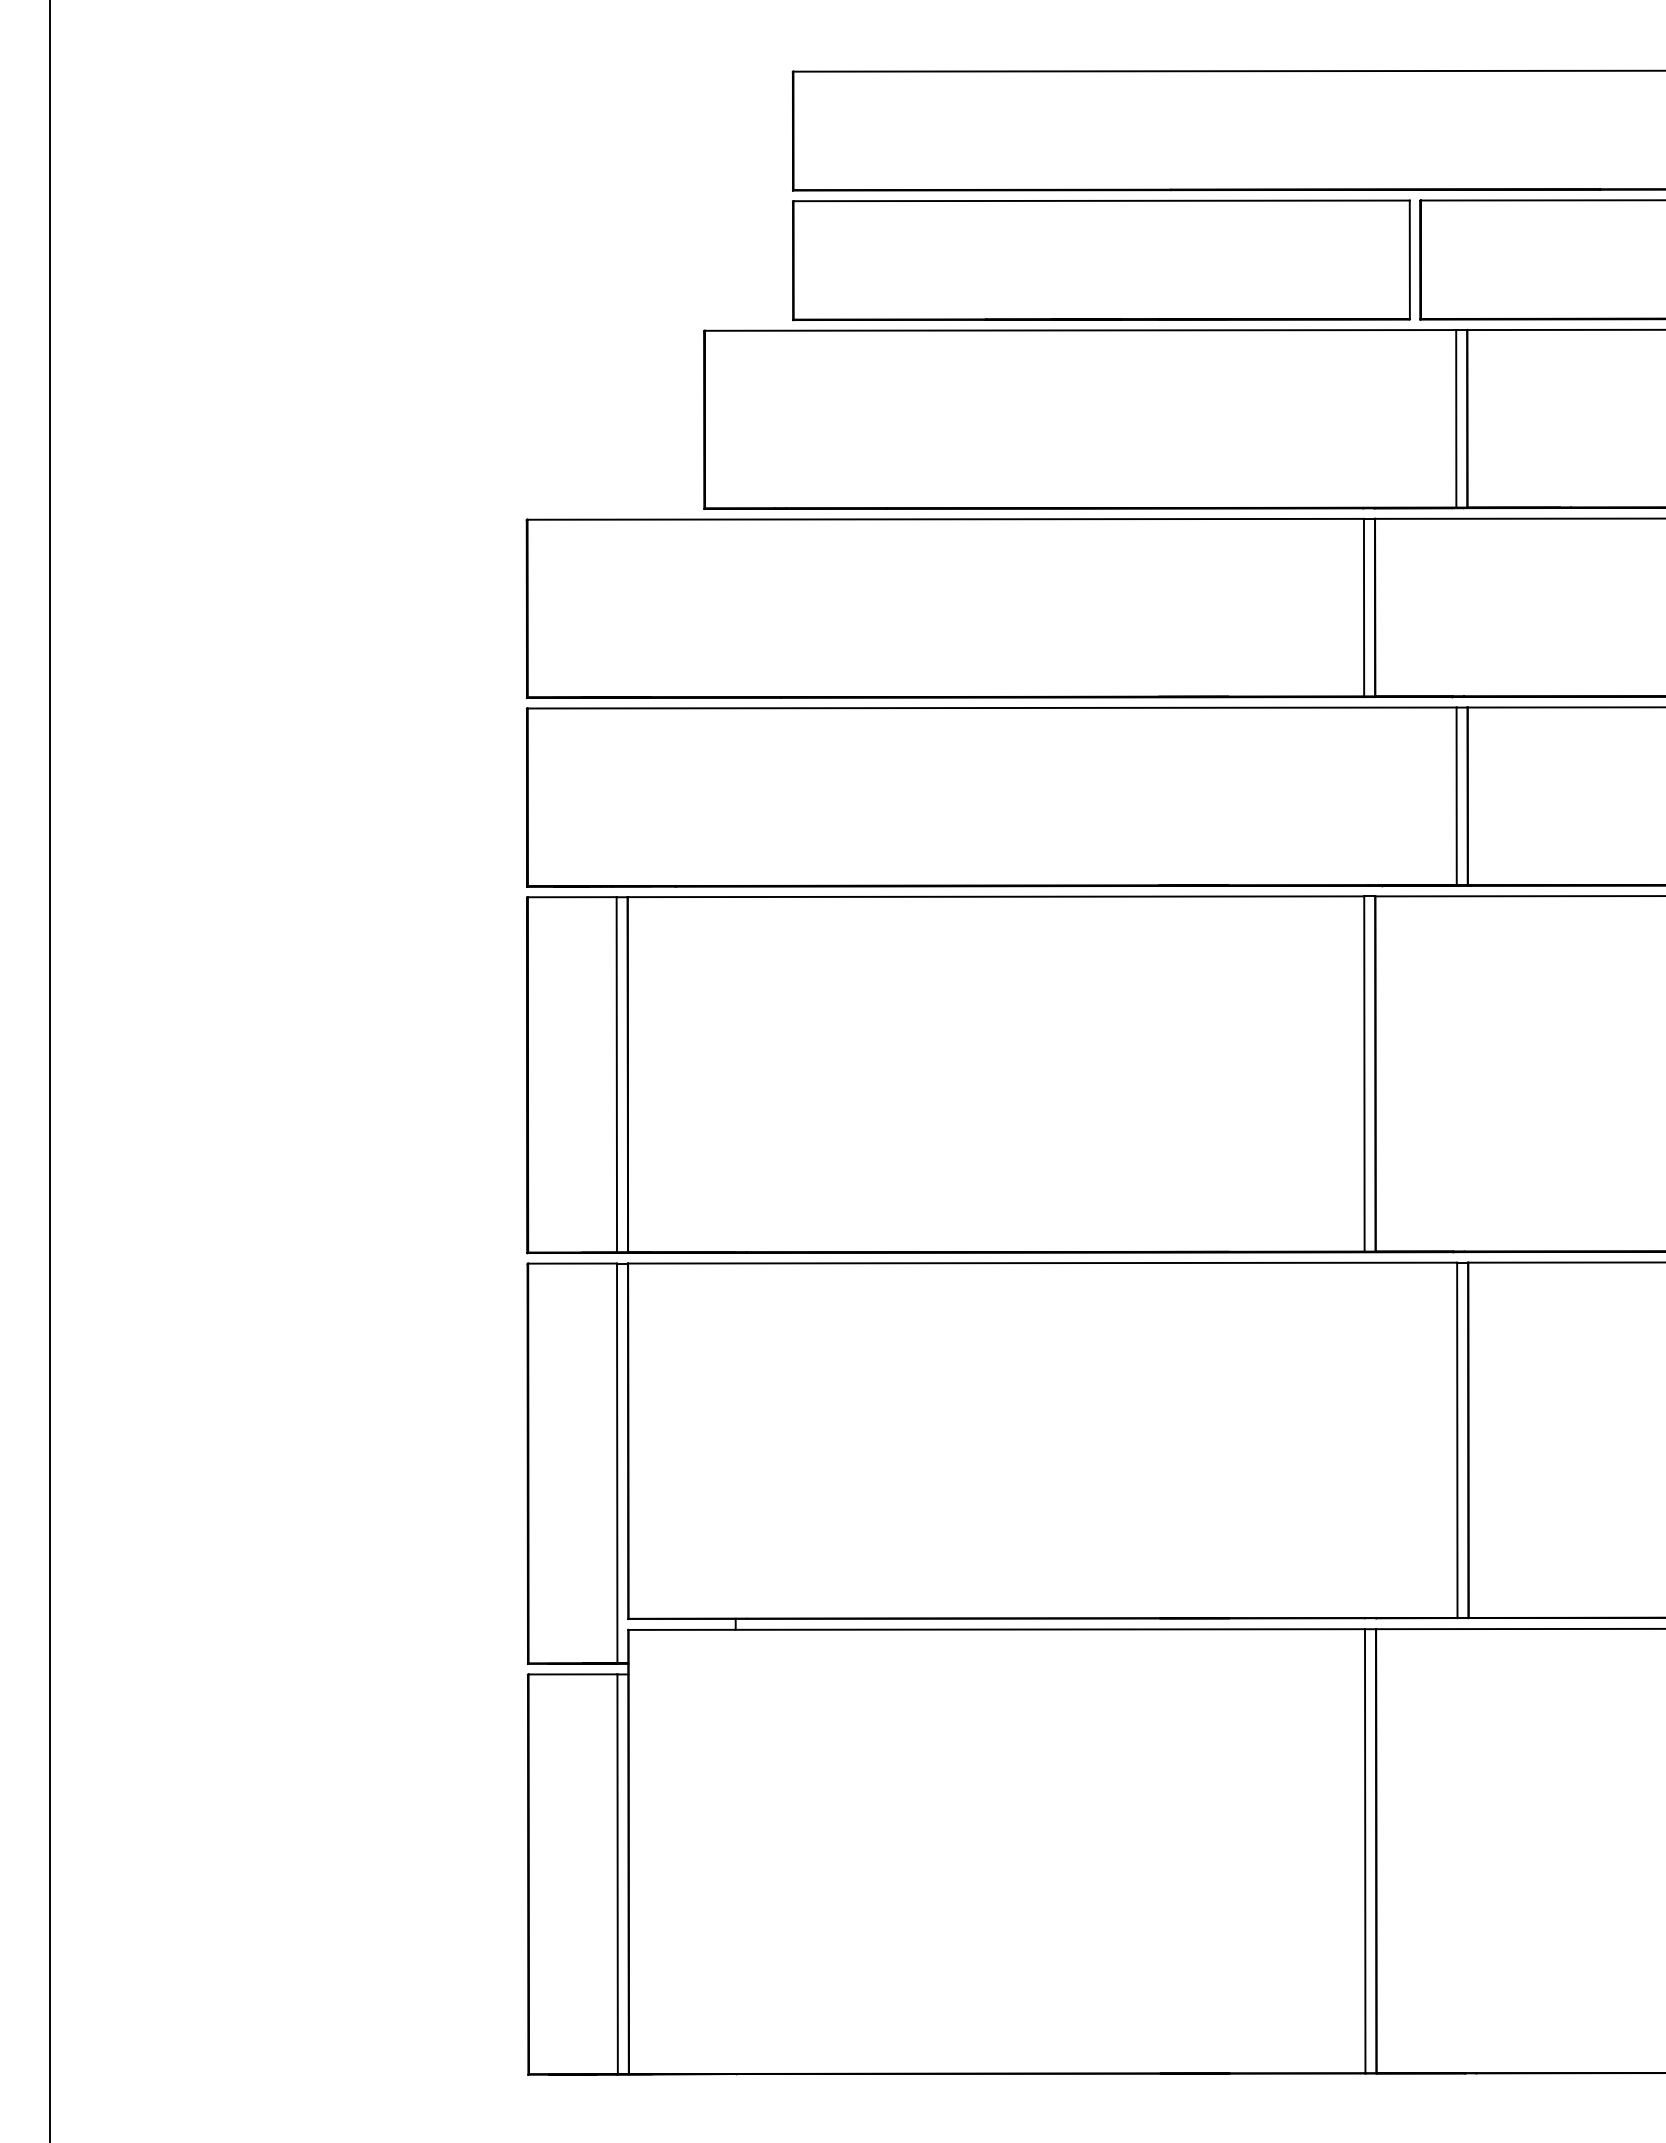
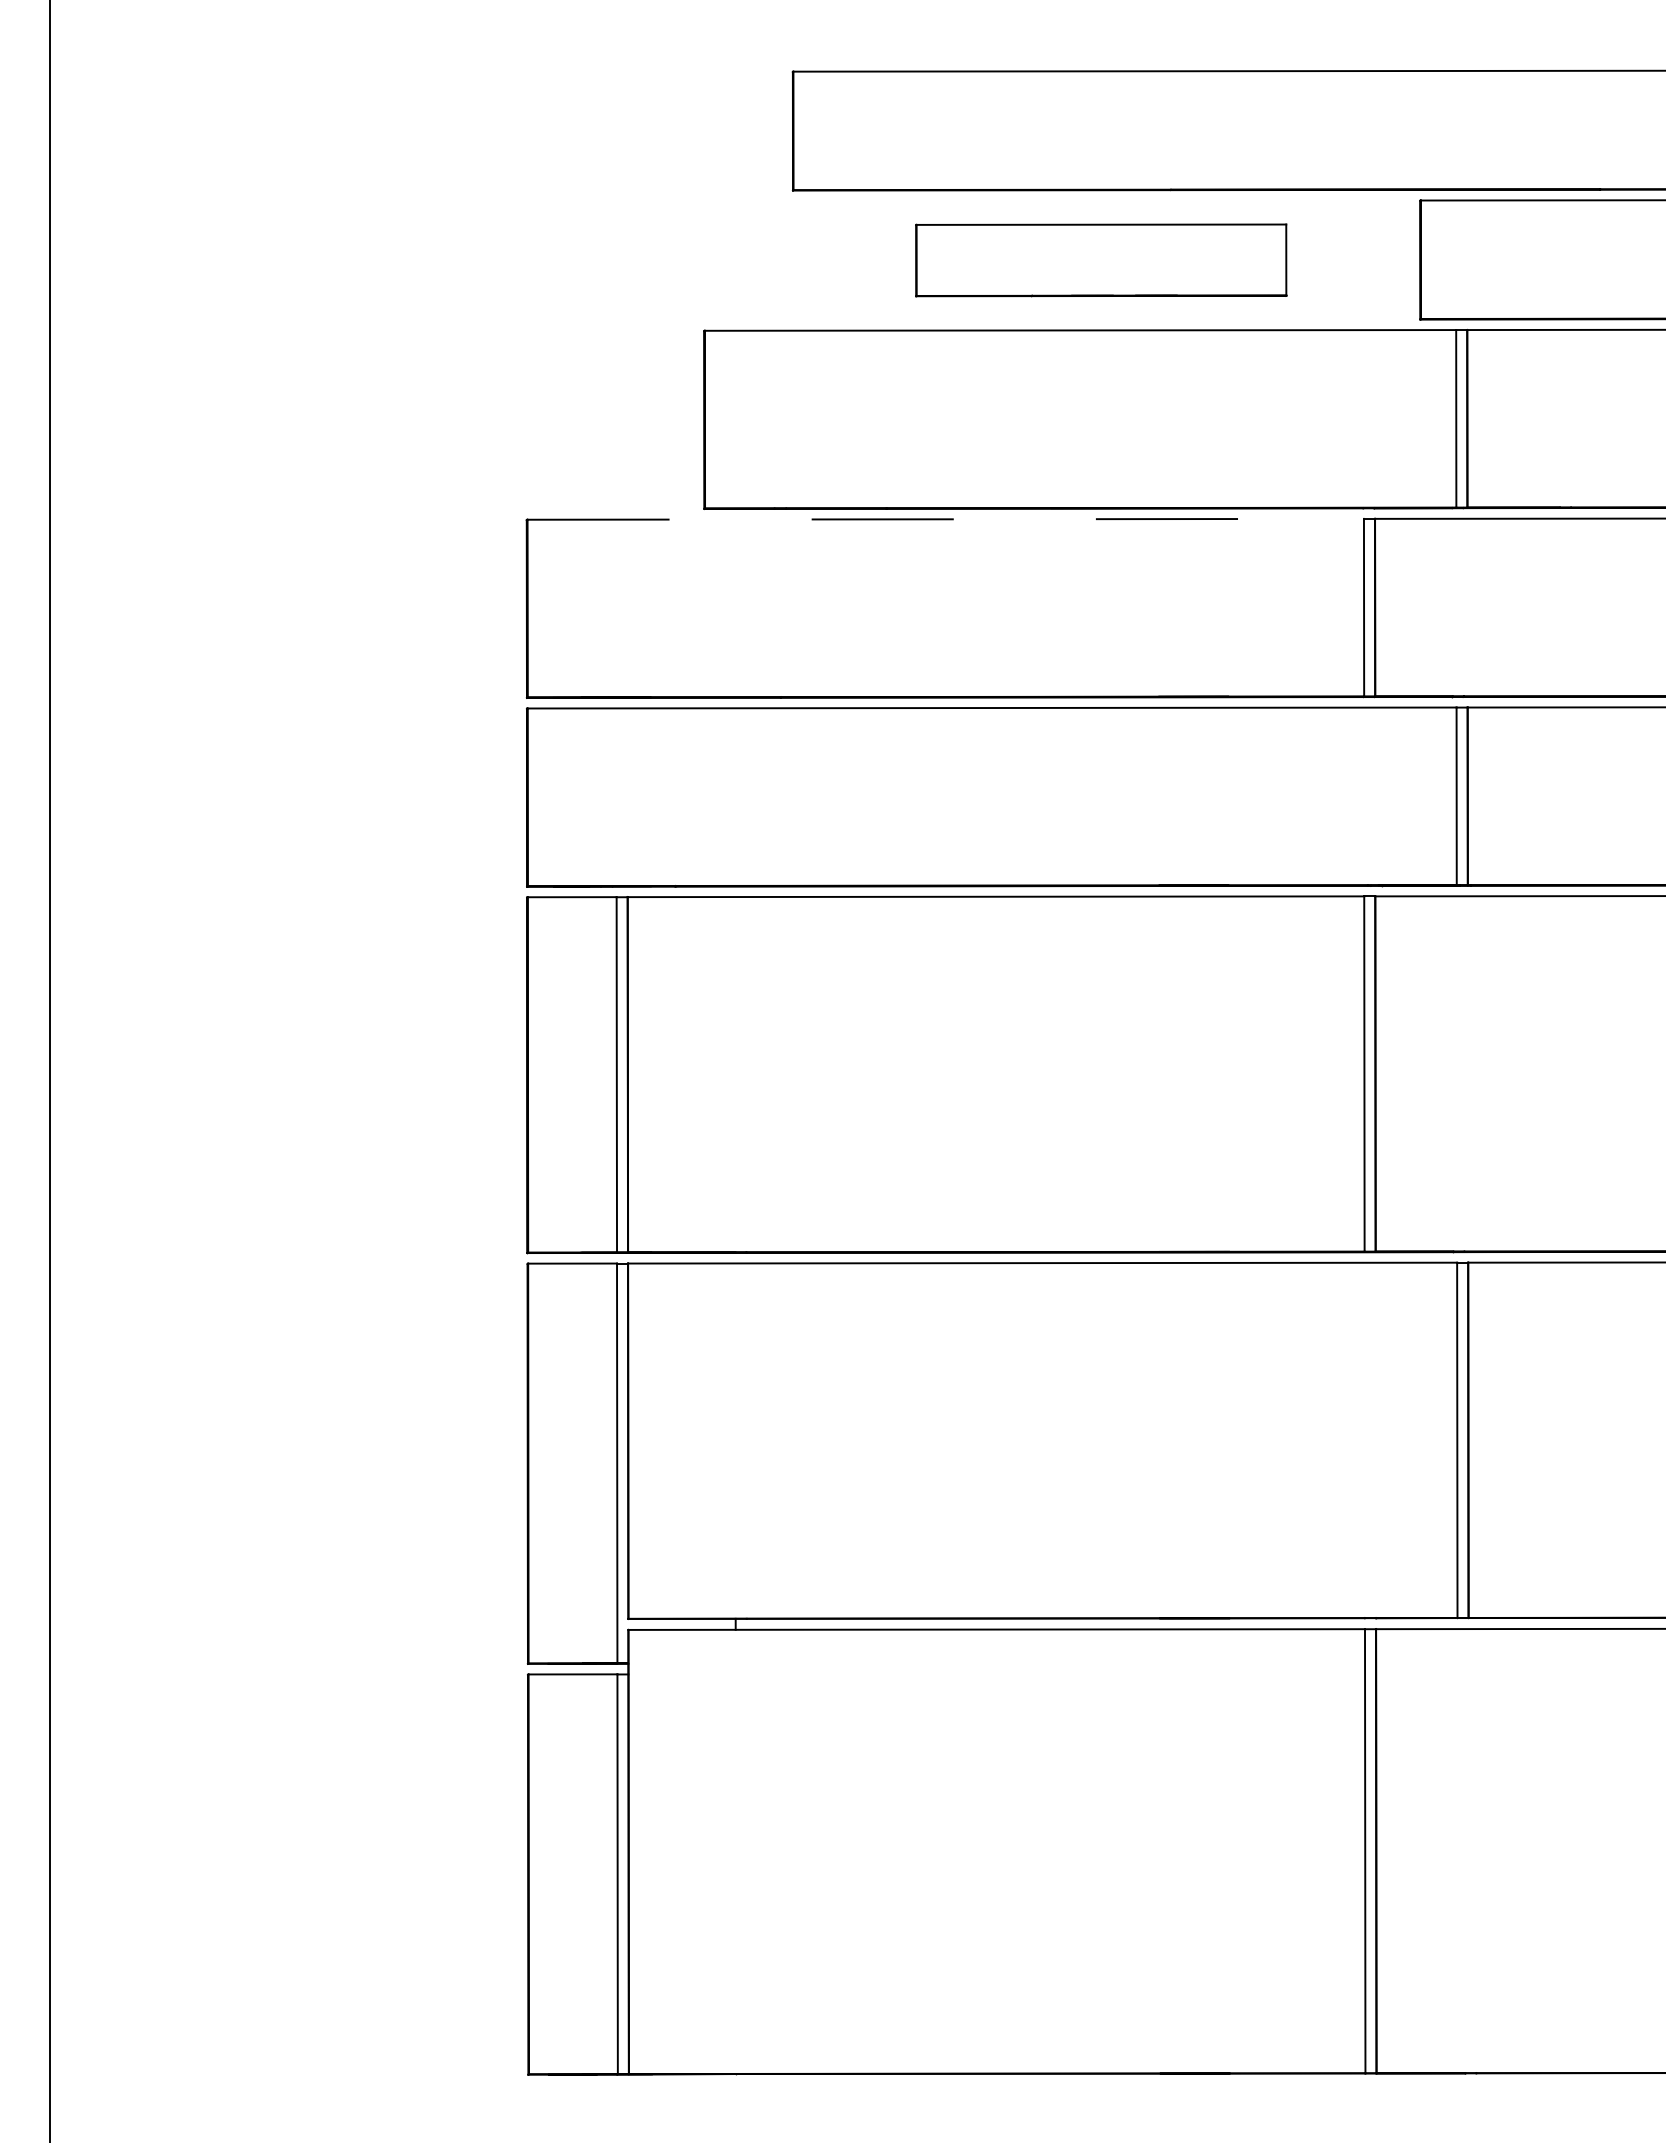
part at (1100, 260) size: 620x123 px -> 373x75 px
line at (946, 519): solid -> dashed
